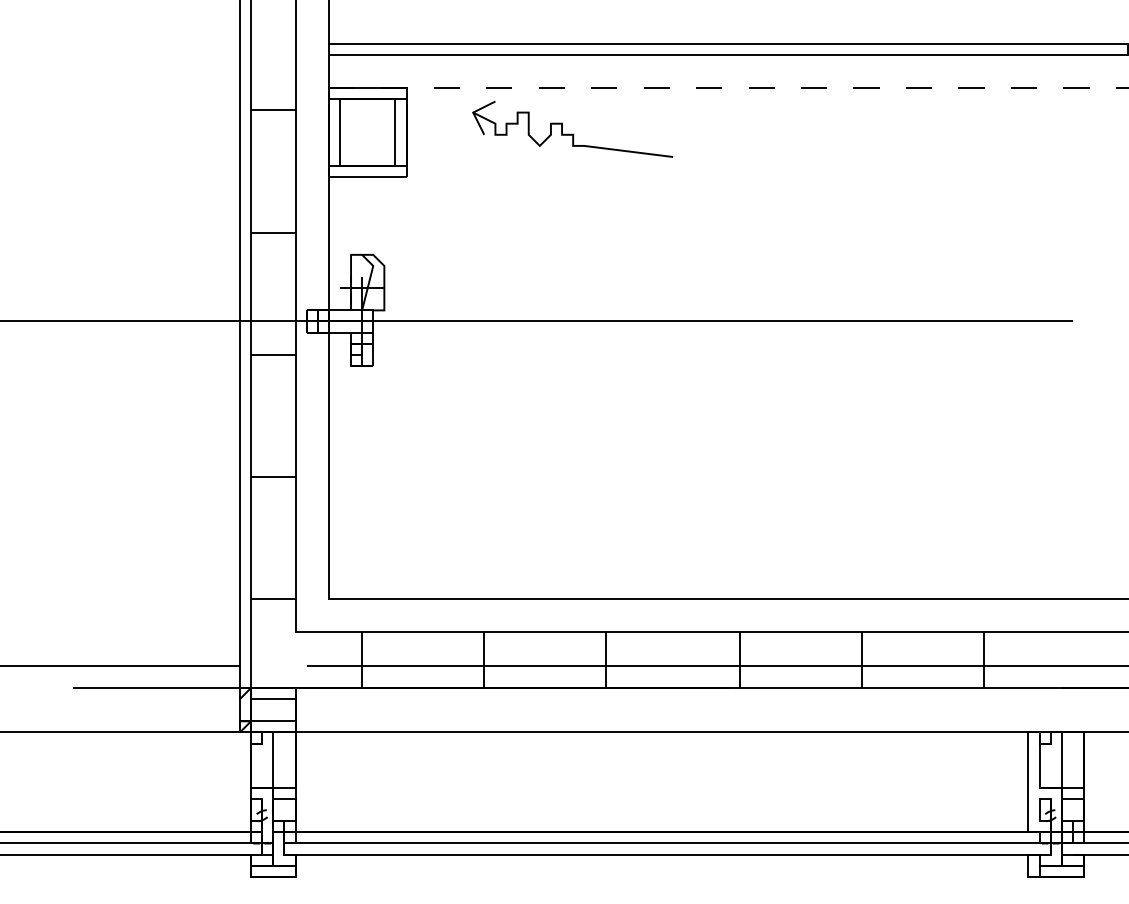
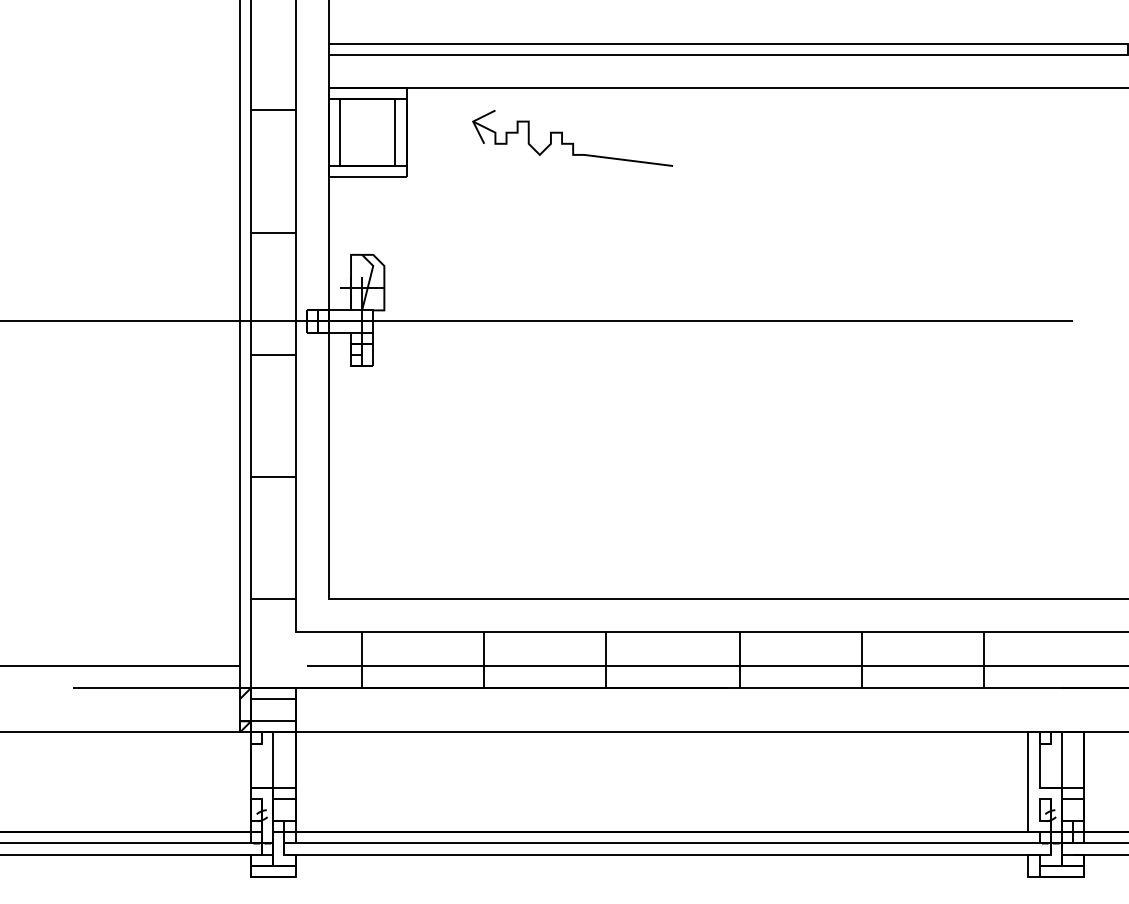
line at (728, 88): dashed -> solid
part at (572, 128) position: (572, 128) -> (572, 137)
